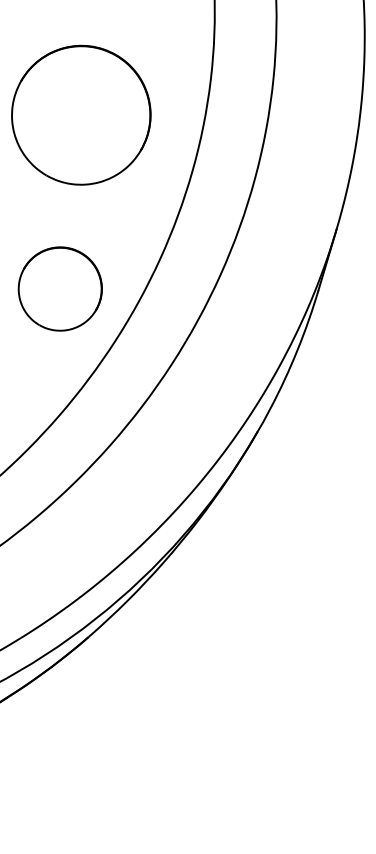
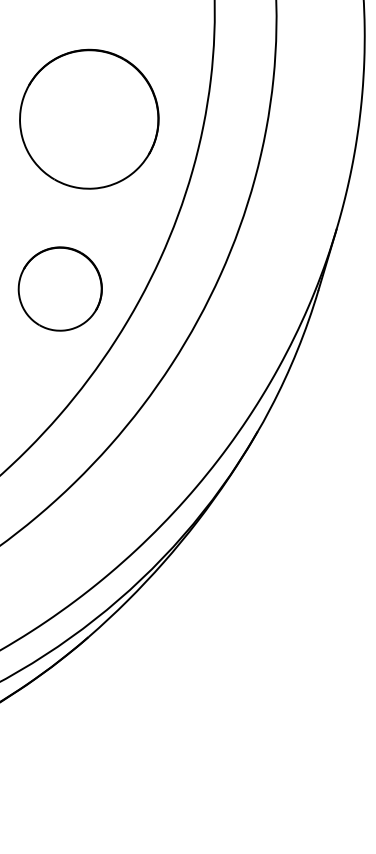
part at (81, 114) position: (81, 114) -> (89, 118)
